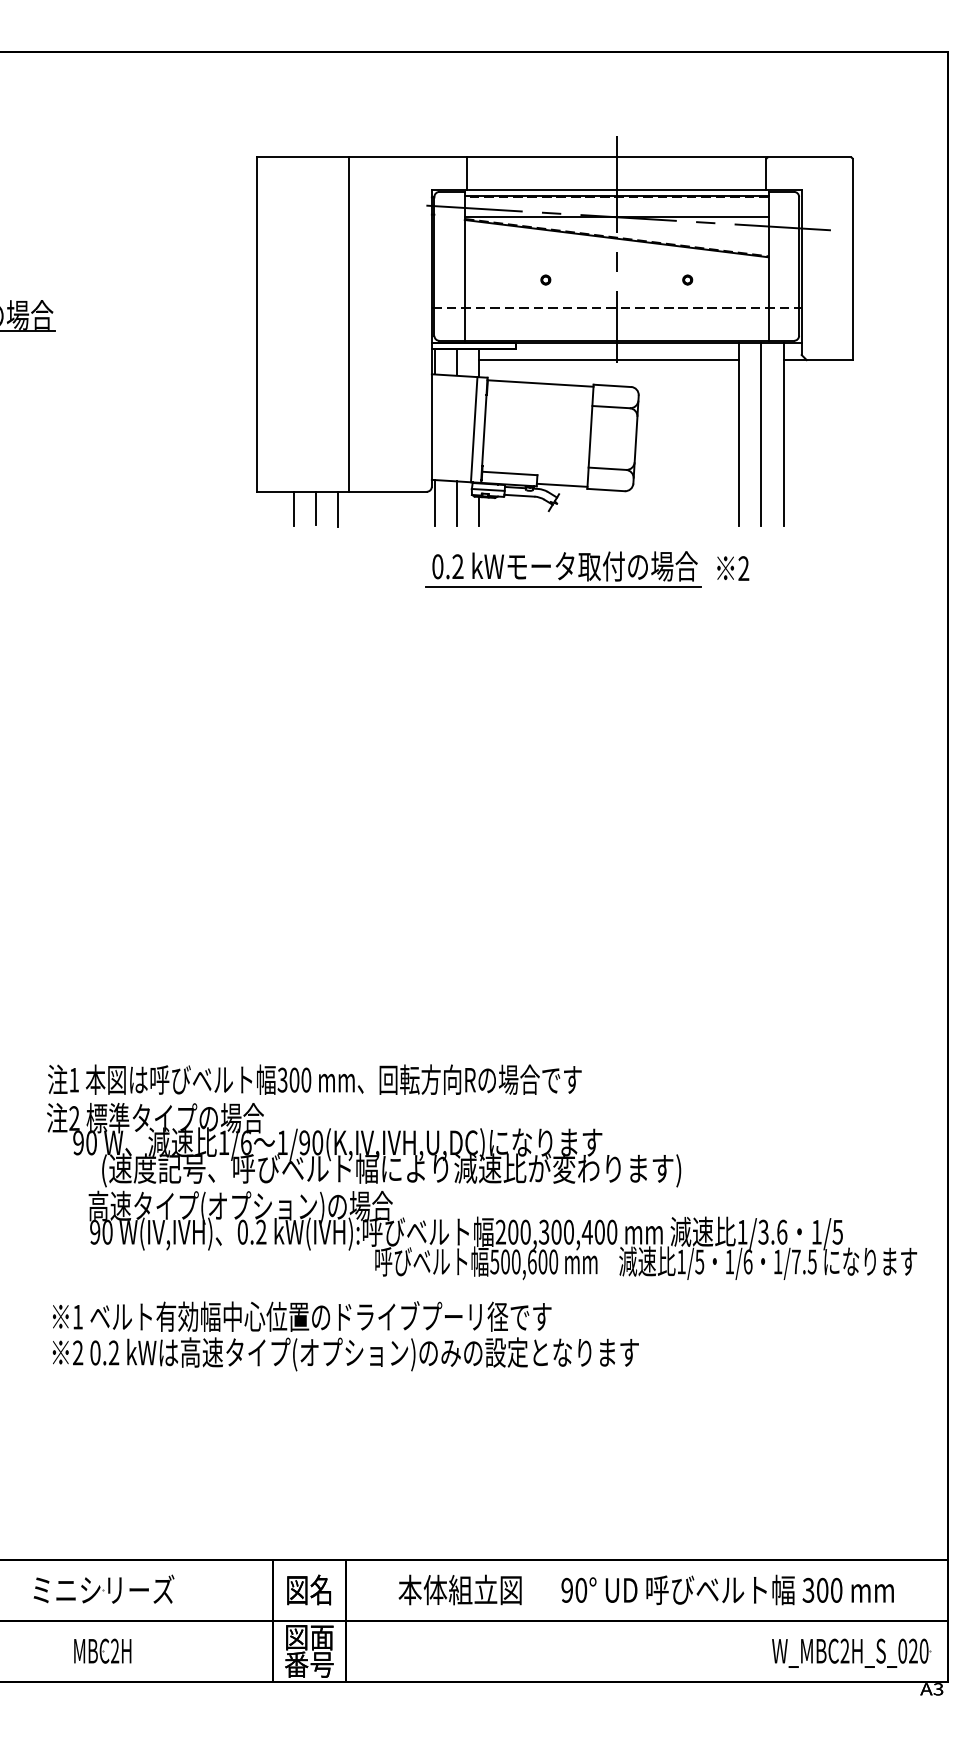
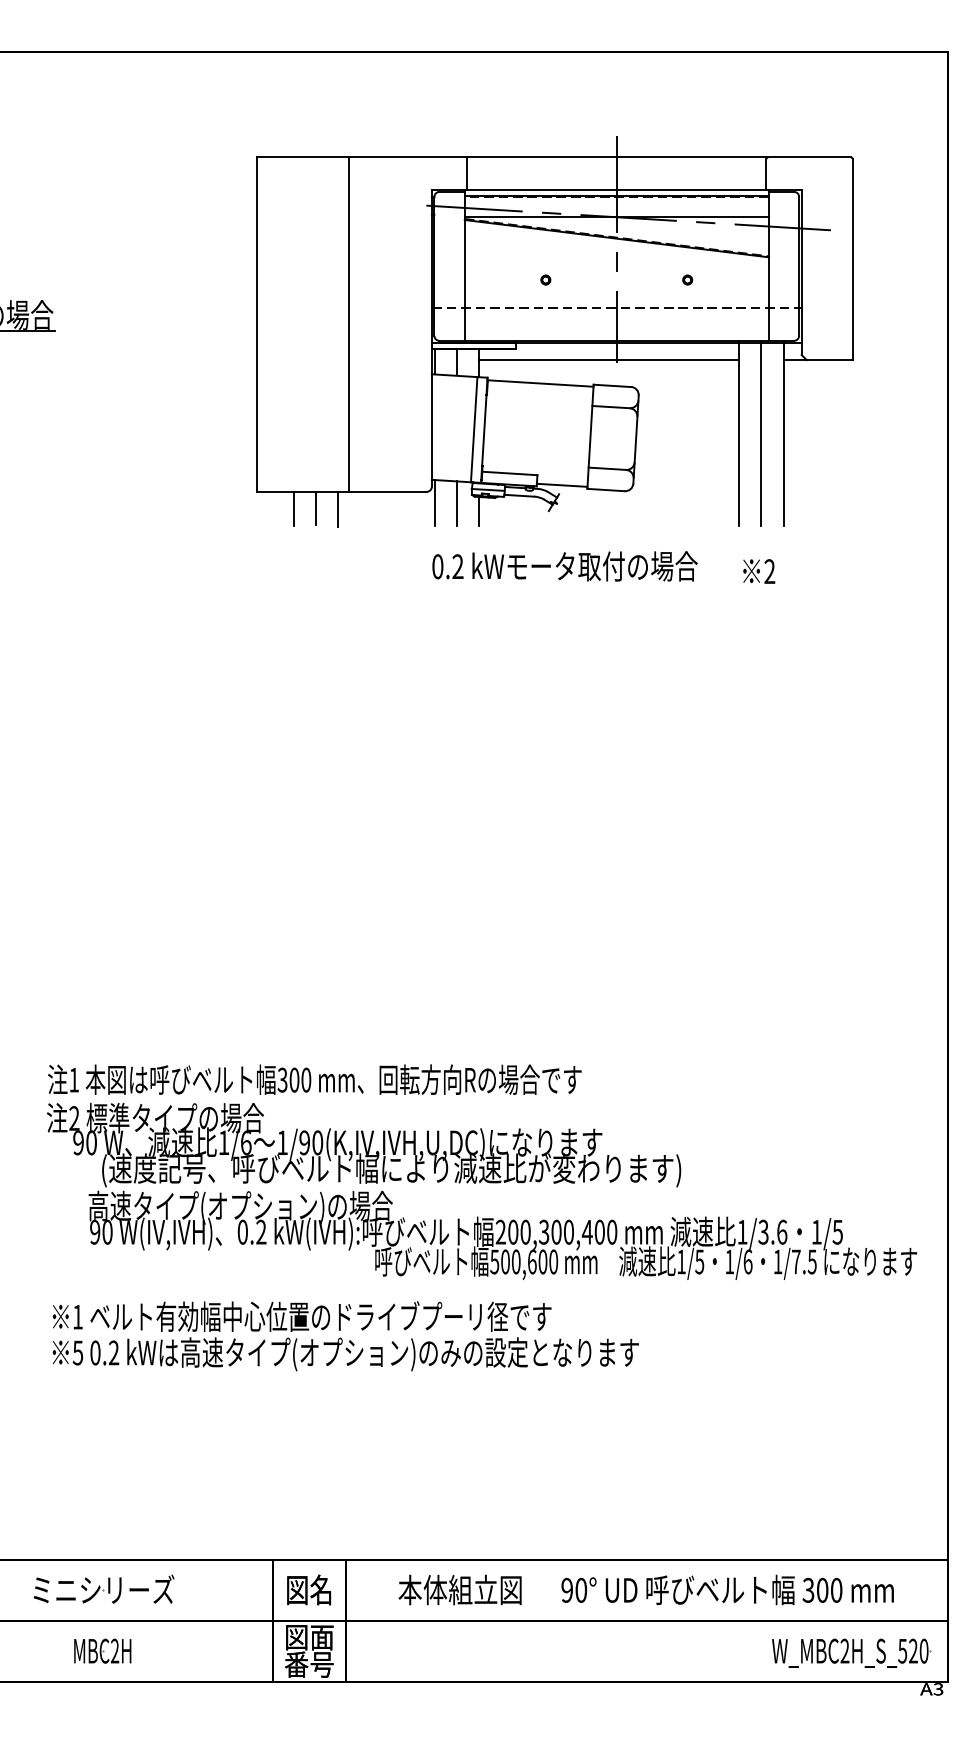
text at (733, 568) position: (733, 568) -> (759, 571)
line at (563, 586): present -> none
text at (77, 1352): 2 -> 5
text at (902, 1650): W_MBC2H_S_020 -> W_MBC2H_S_520
